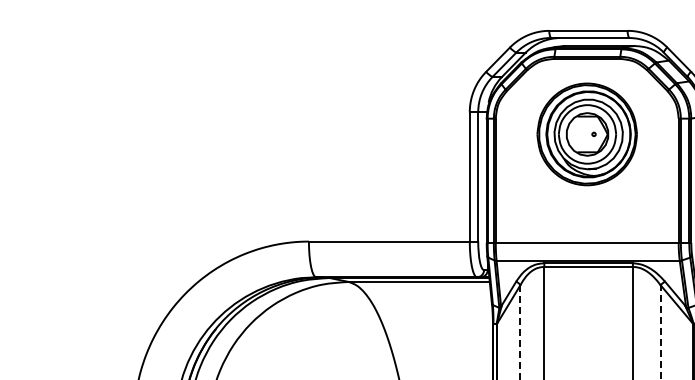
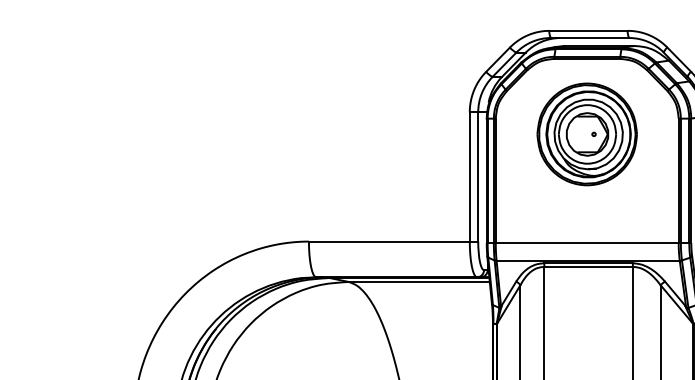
line at (520, 332): dashed -> solid
line at (660, 332): dashed -> solid
